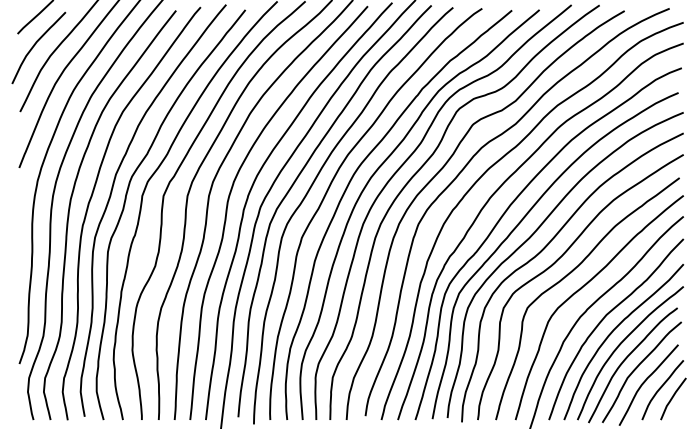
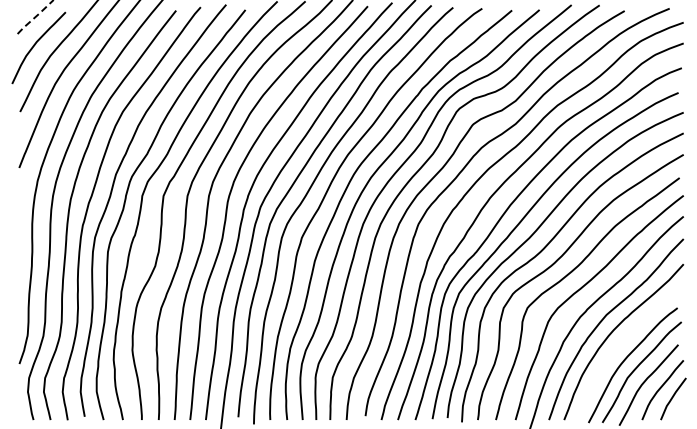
line at (35, 17): solid -> dashed
curve at (621, 344): present -> none
